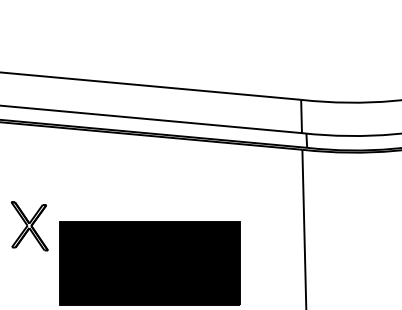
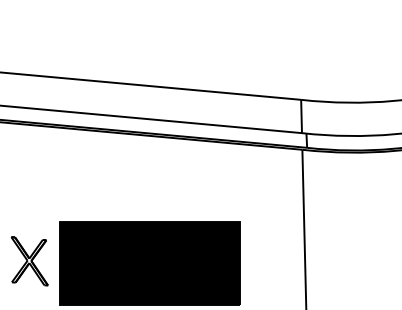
part at (29, 226) position: (29, 226) -> (29, 261)
